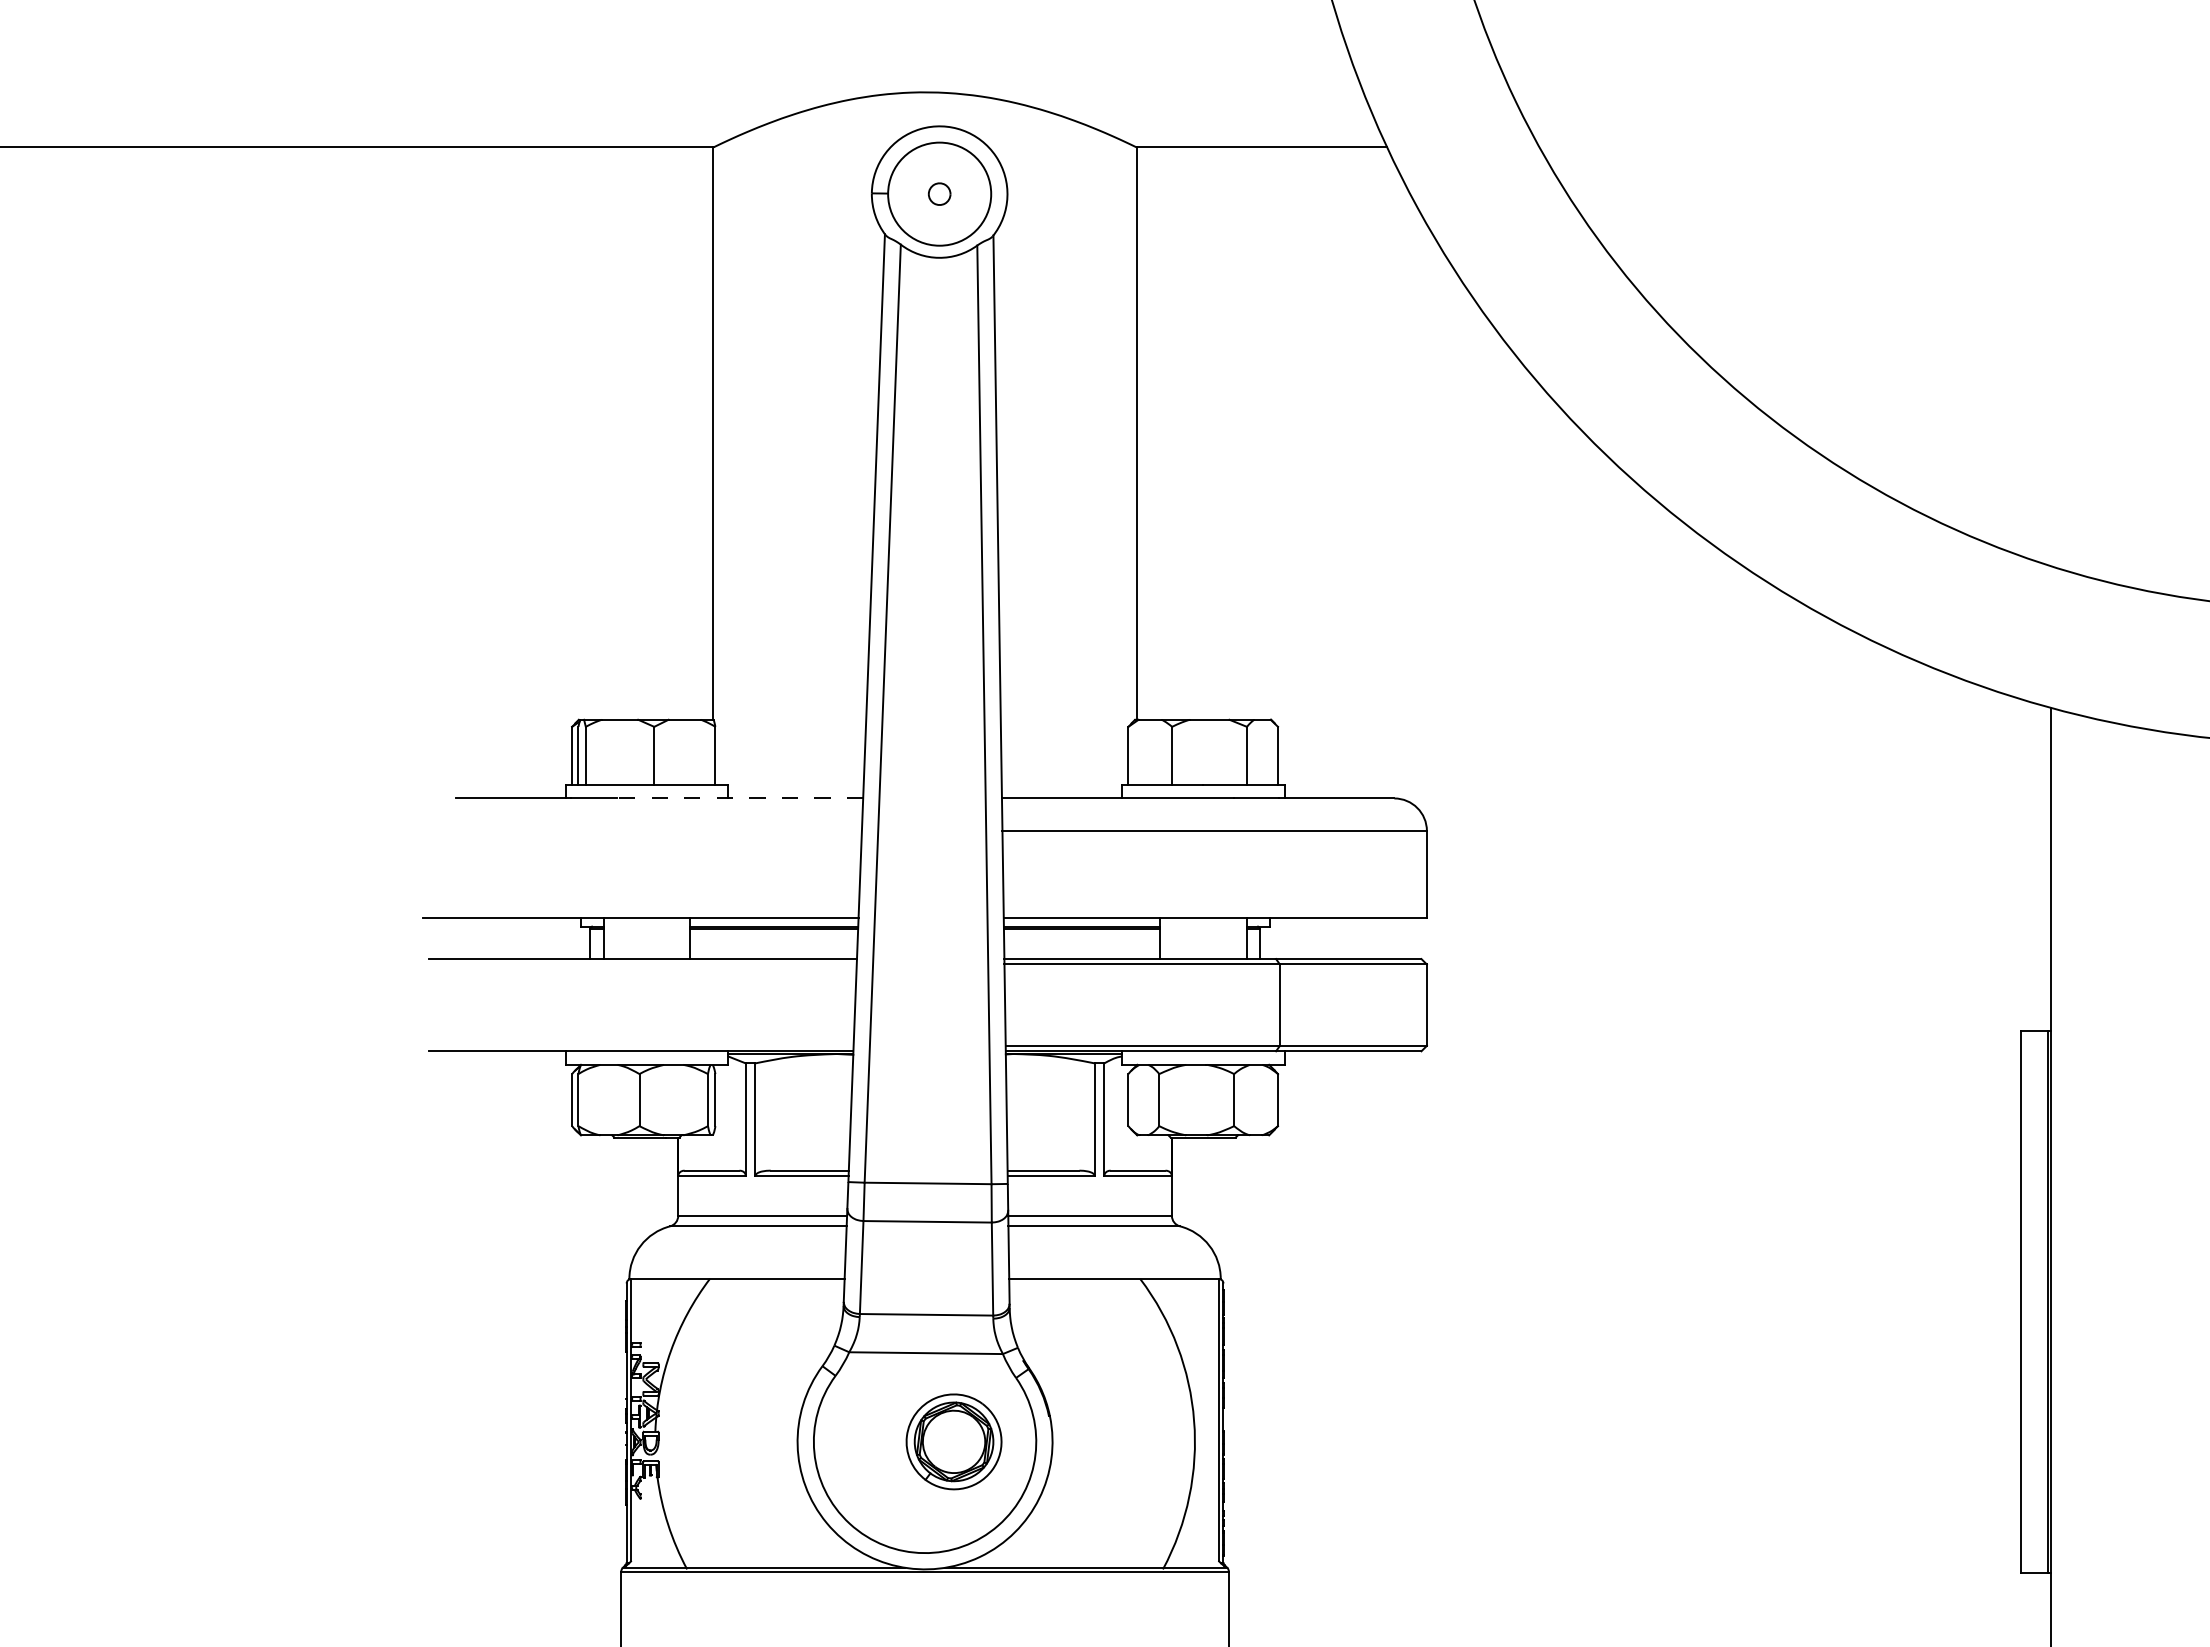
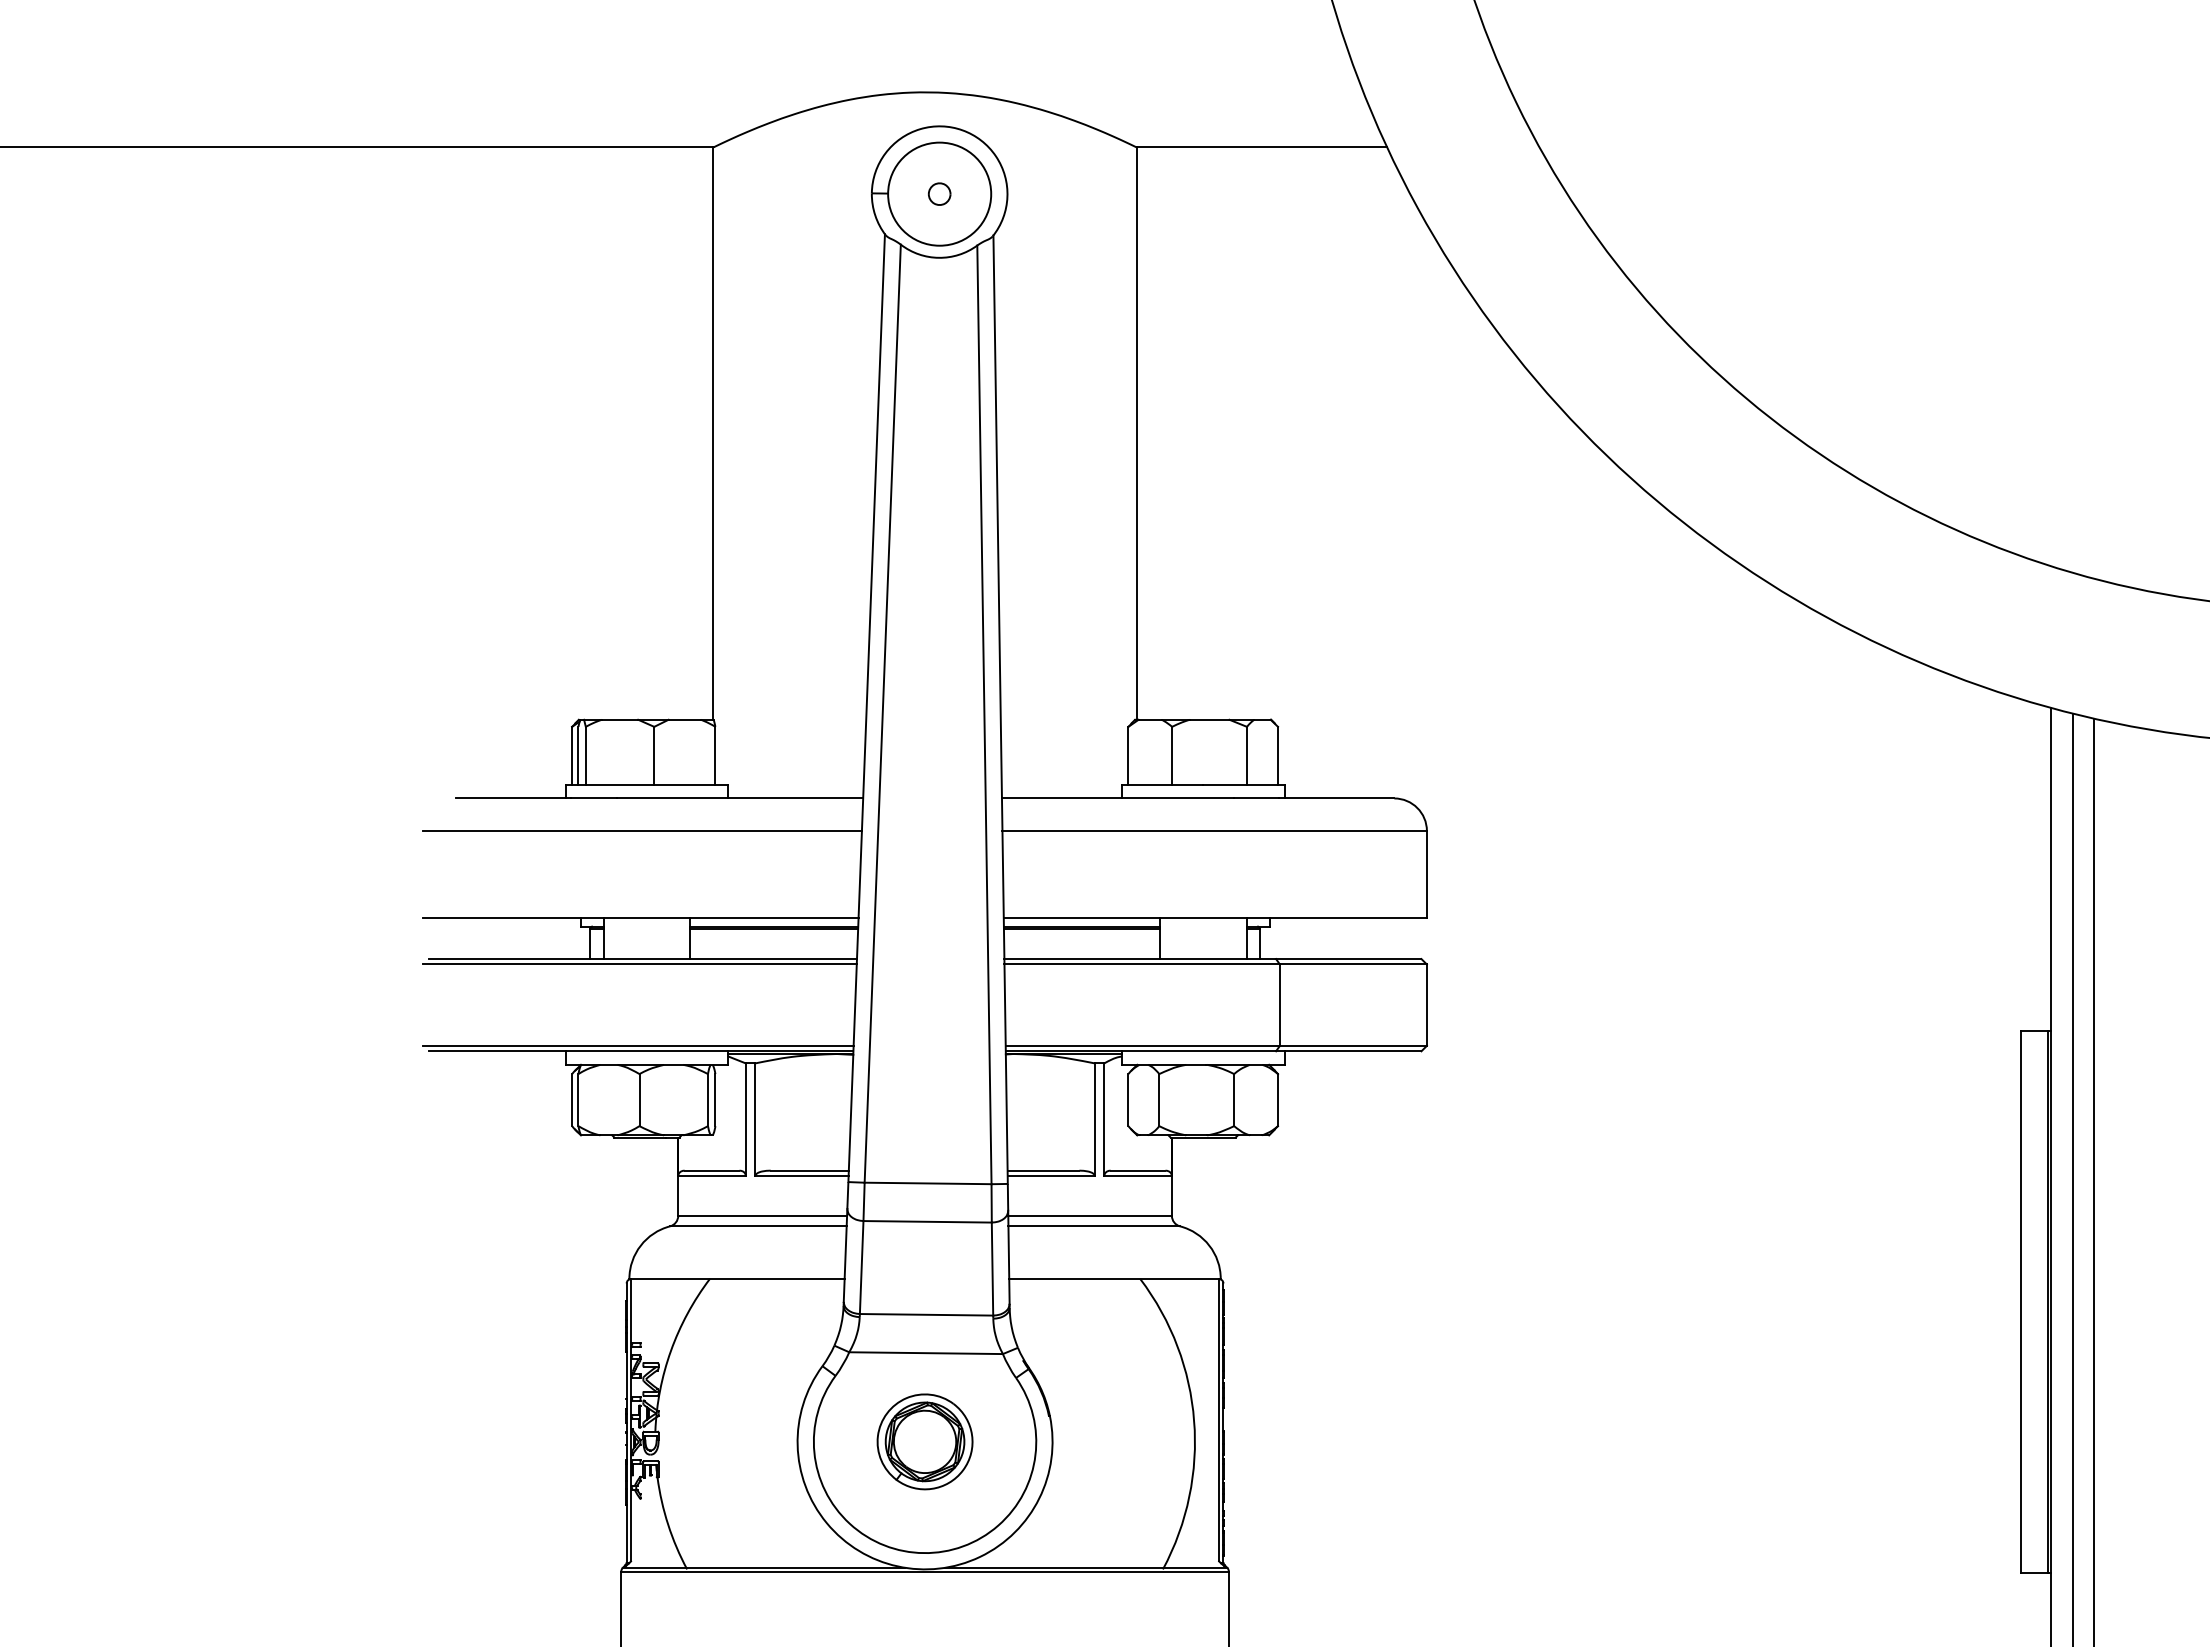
line at (739, 798): dashed -> solid
line at (642, 831): none -> present
line at (639, 964): none -> present
line at (638, 1045): none -> present
line at (2072, 1178): none -> present
line at (2094, 1180): none -> present
part at (953, 1441) position: (953, 1441) -> (924, 1441)
